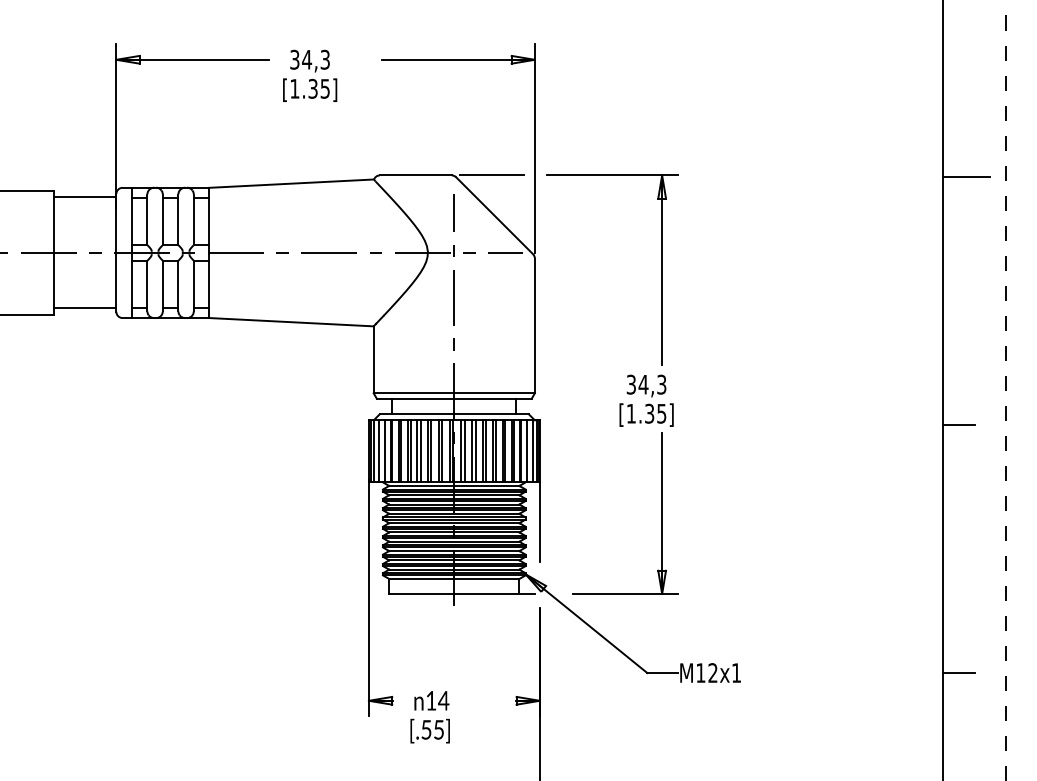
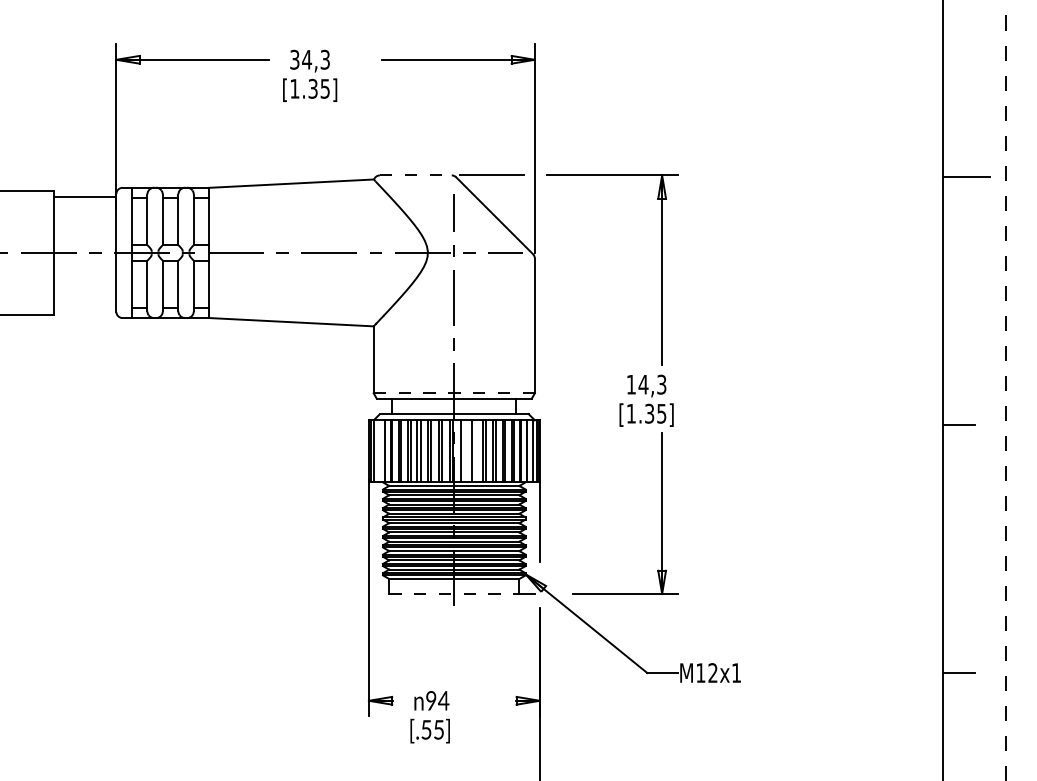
line at (415, 175): solid -> dashed
line at (85, 308): present -> none
text at (630, 384): 34,3 -> 14,3
line at (454, 393): solid -> dashed
line at (378, 451): present -> none
line at (464, 451): present -> none
line at (475, 451): present -> none
line at (454, 593): solid -> dashed
text at (431, 700): 14 -> 94
